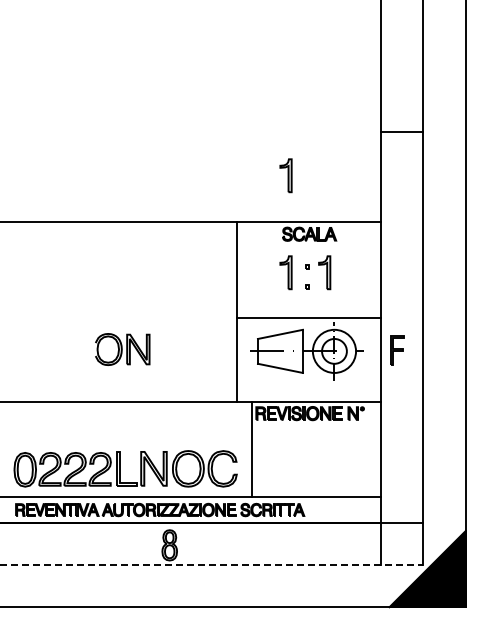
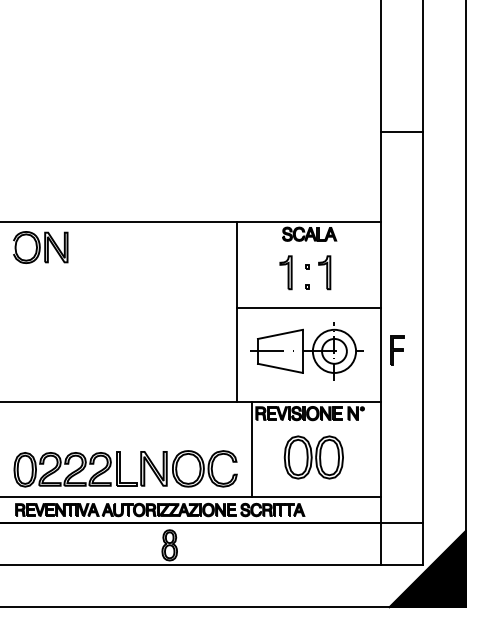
part at (285, 175): present -> none
line at (309, 317) position: (309, 317) -> (309, 307)
part at (122, 349) position: (122, 349) -> (40, 247)
part at (313, 457): none -> present
line at (212, 564): dashed -> solid
